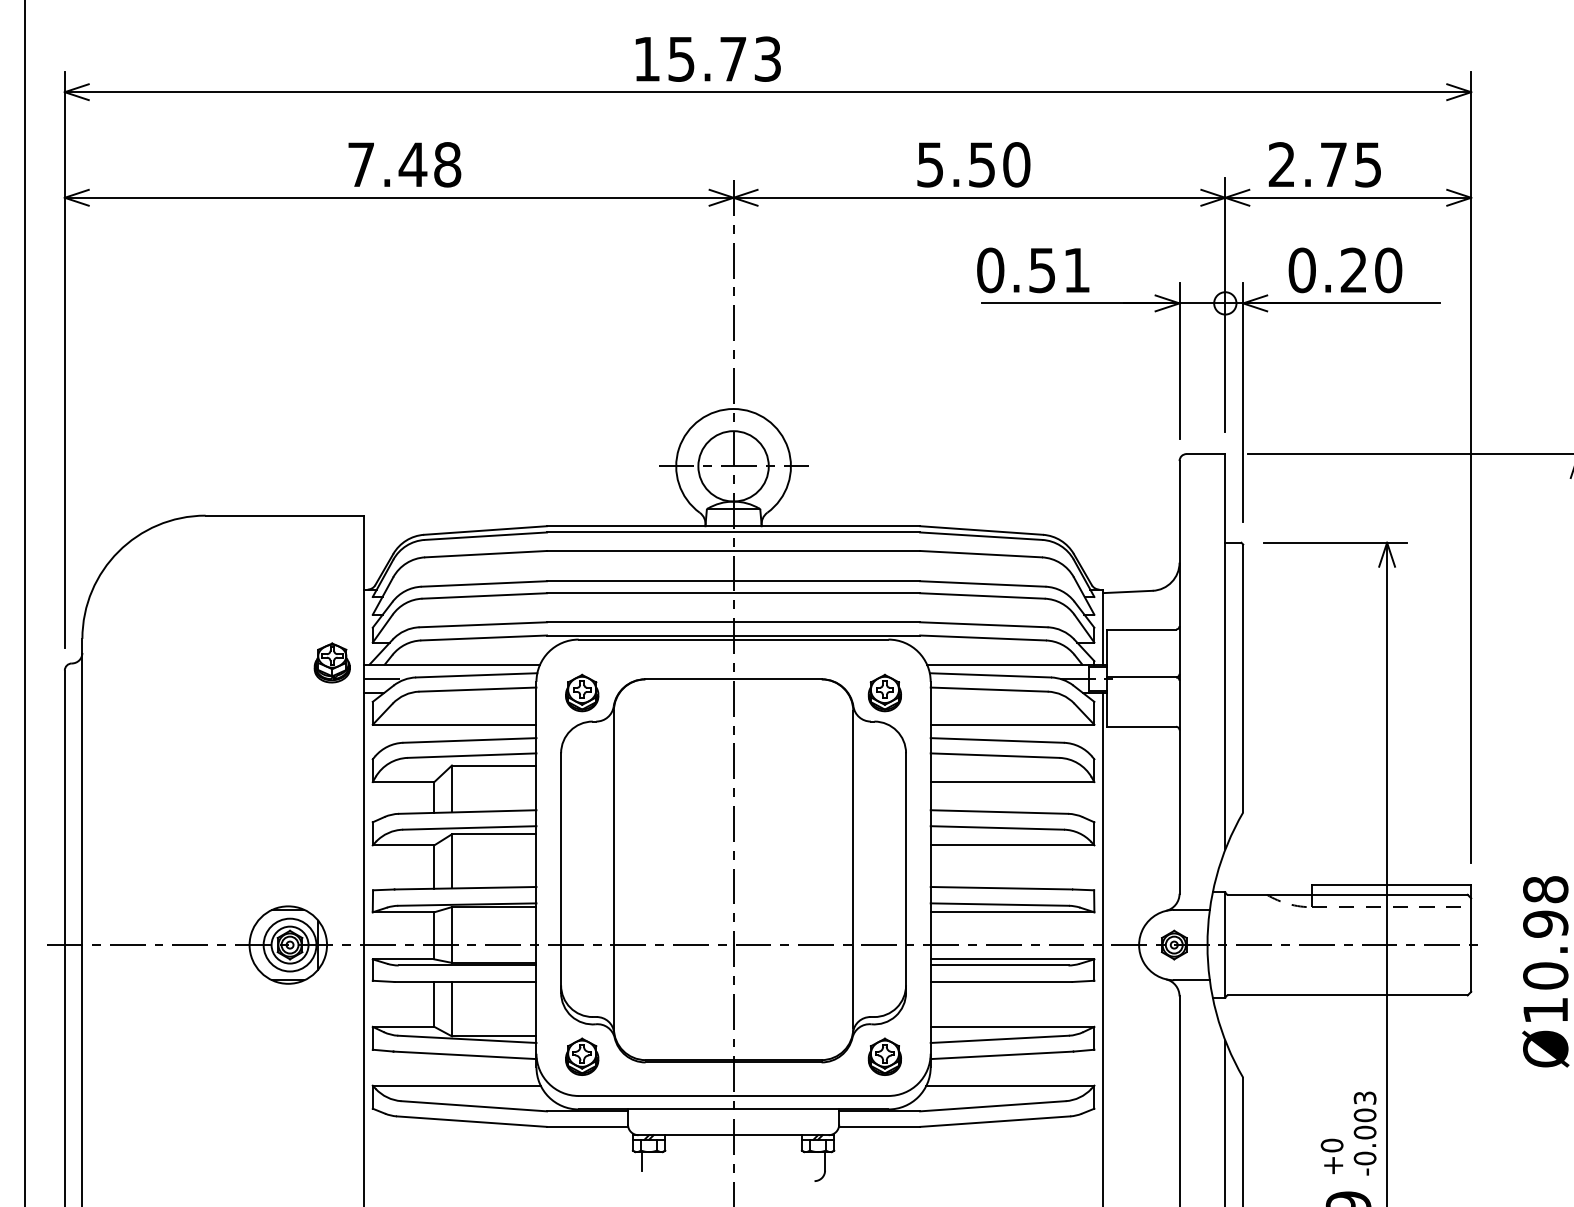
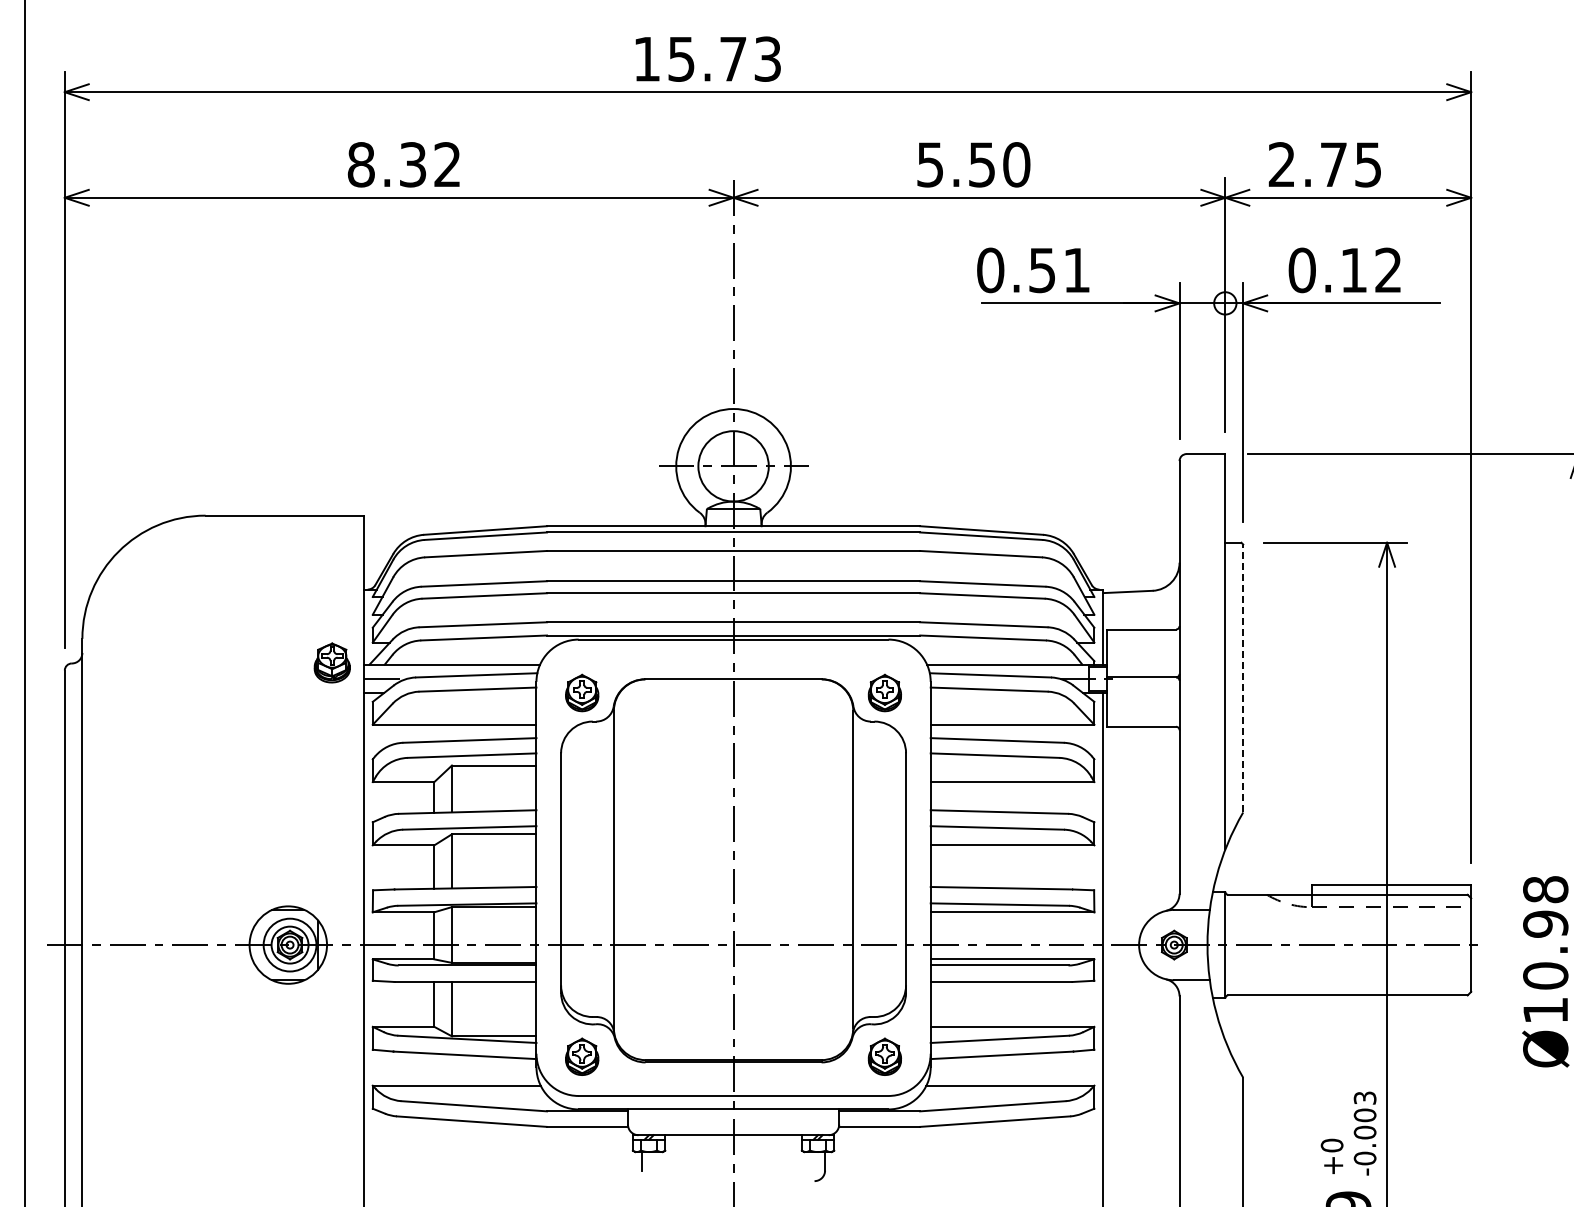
text at (404, 164): 7.48 -> 8.32
text at (1371, 270): 0.20 -> 0.12
line at (1243, 678): solid -> dashed
line at (1225, 1122): present -> none
